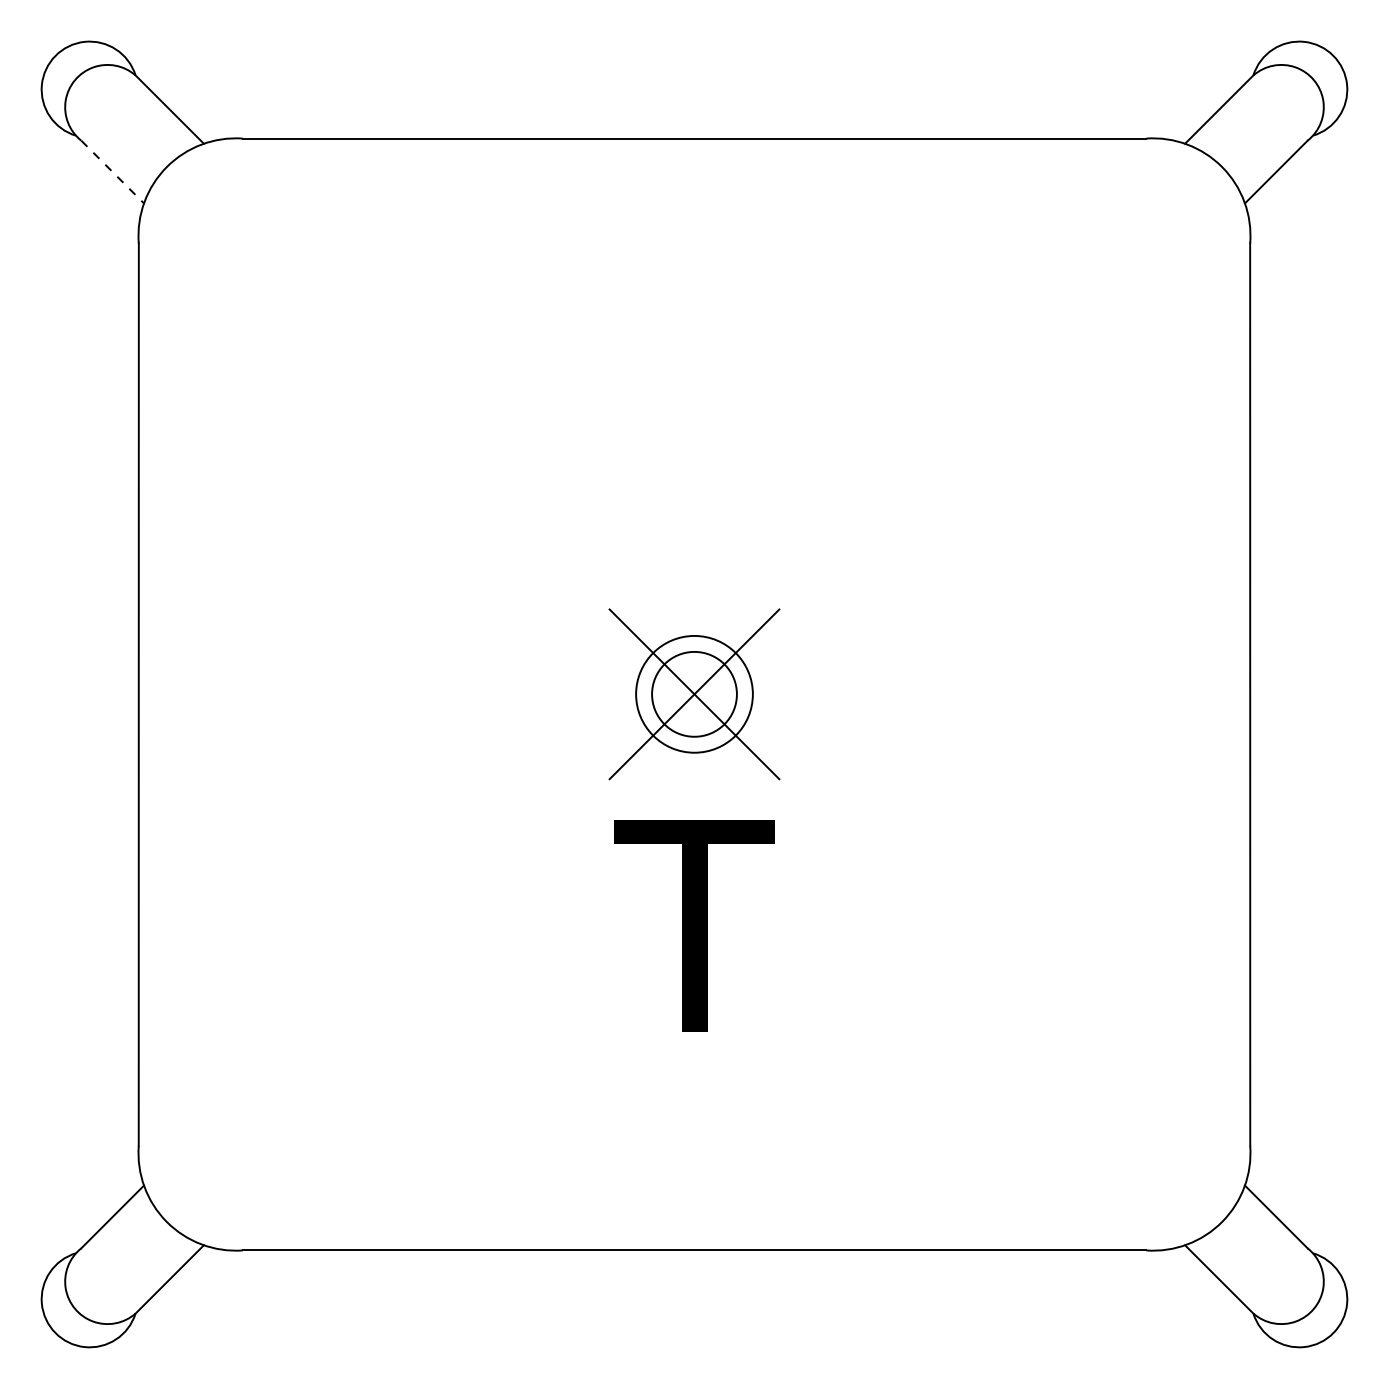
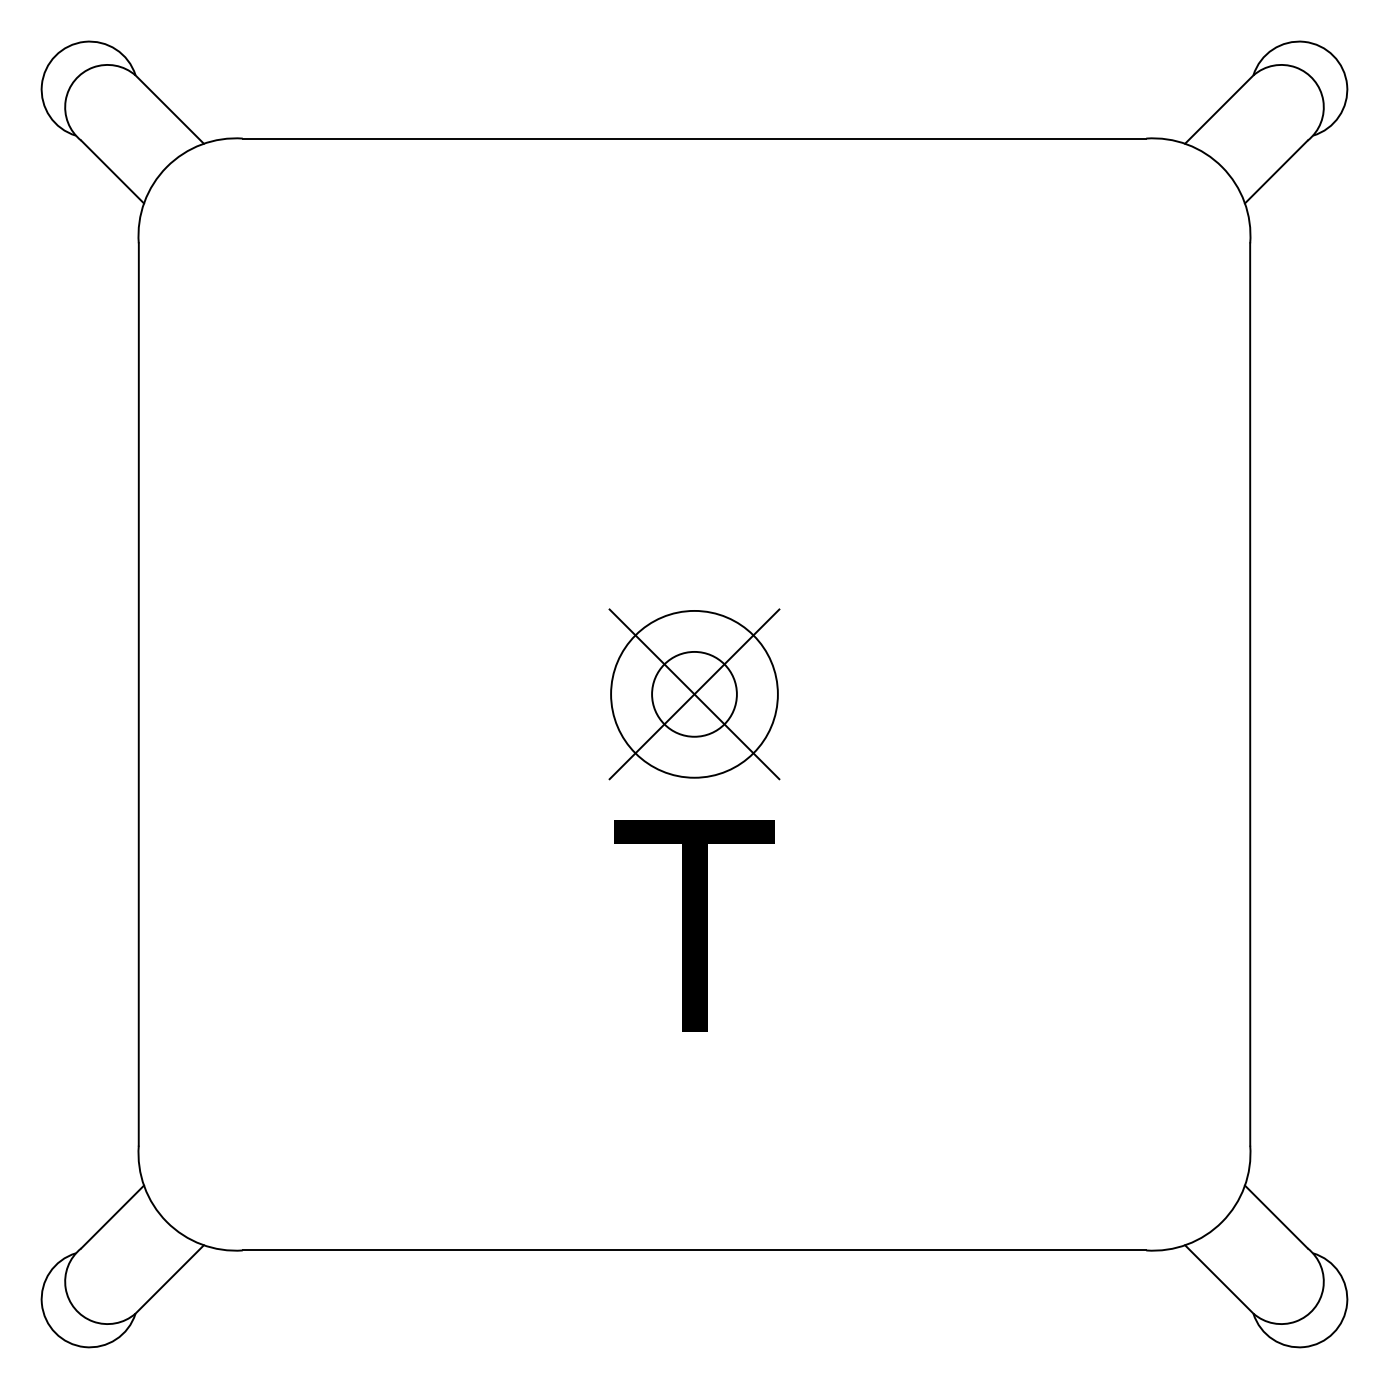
line at (113, 172): dashed -> solid
circle at (694, 693) diameter: 117 px -> 167 px
